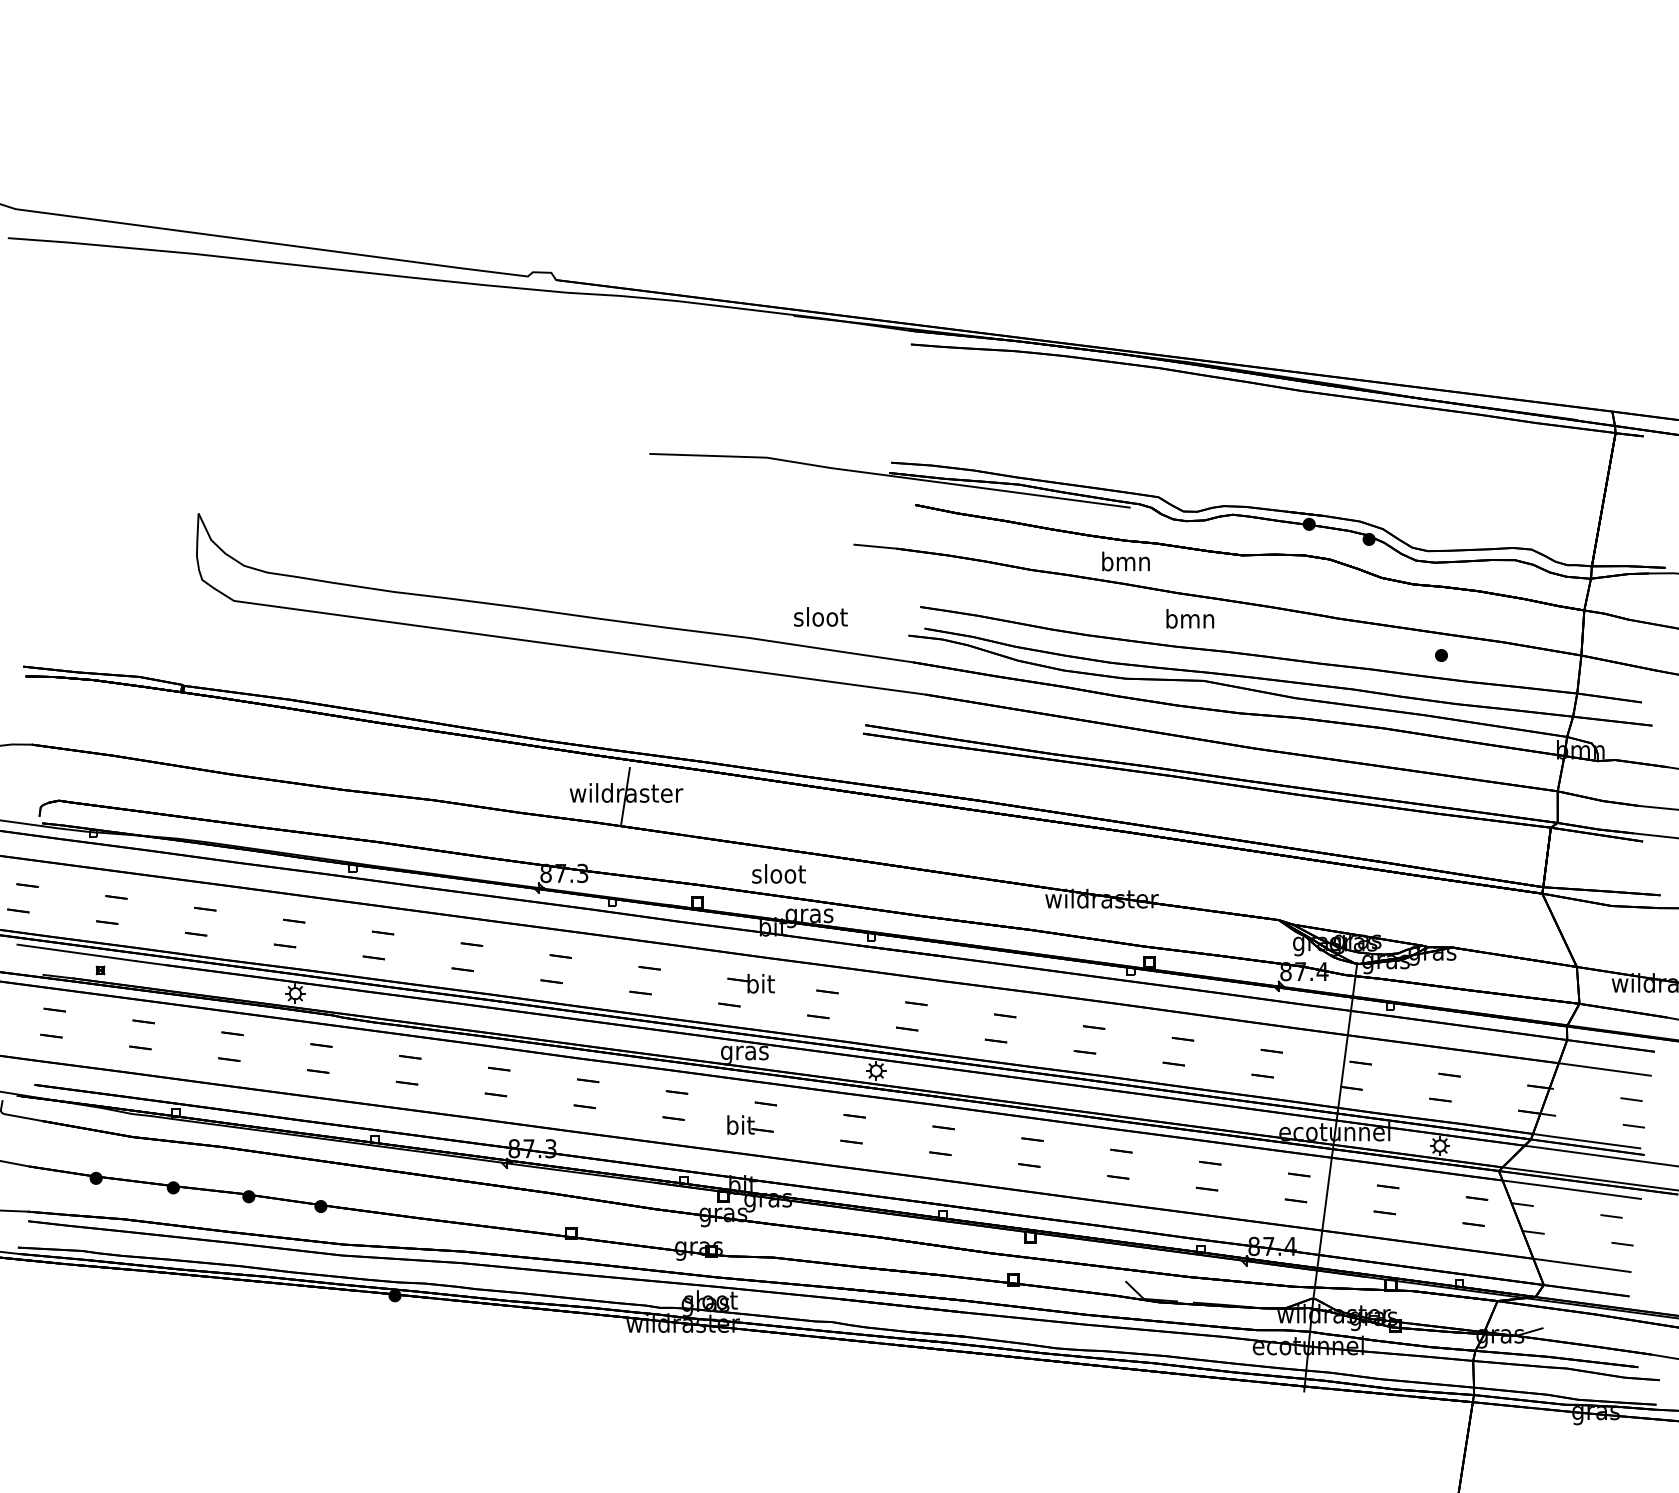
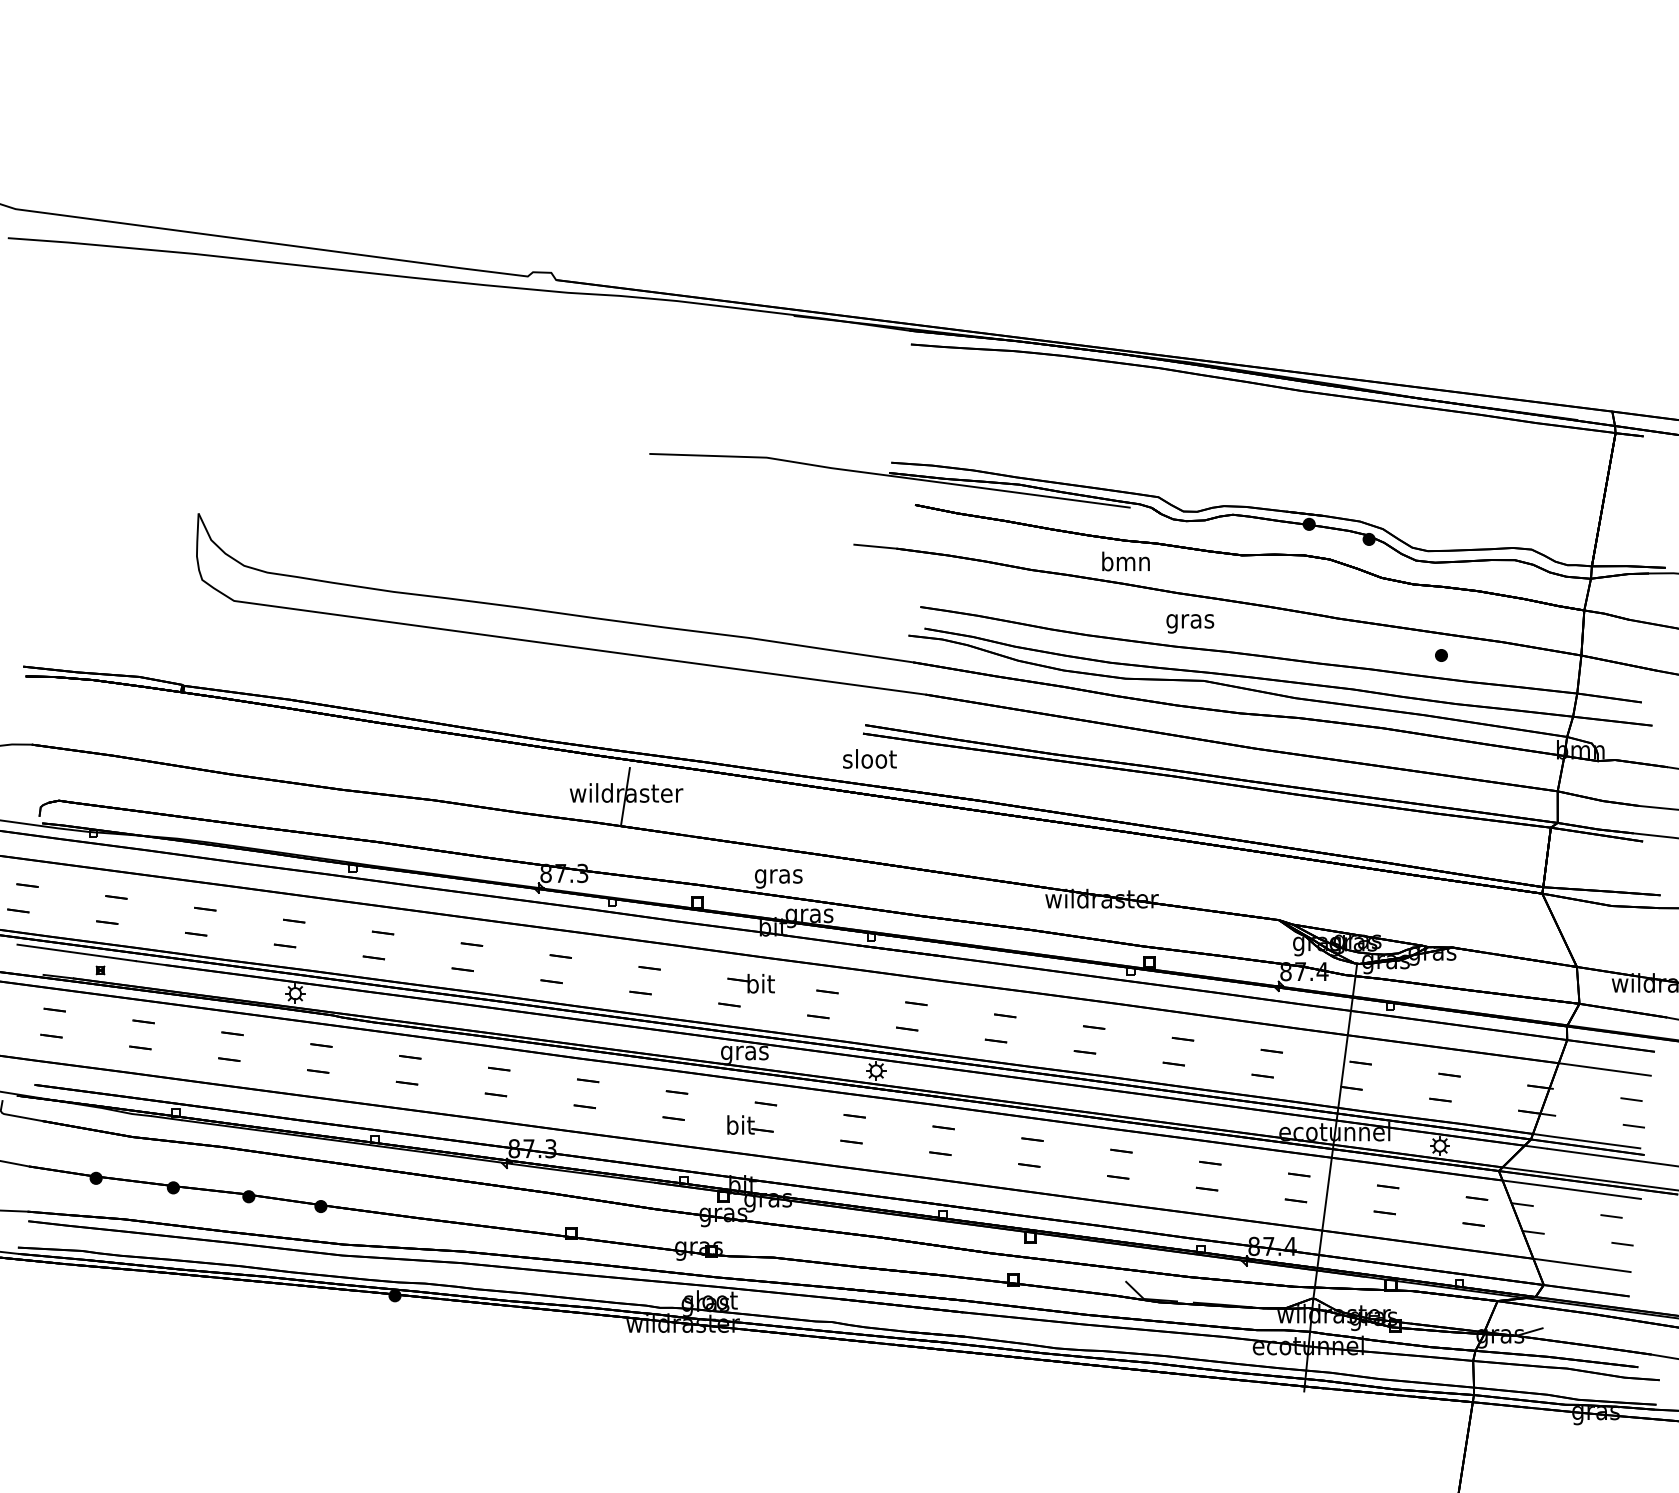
text at (820, 616) position: (820, 616) -> (869, 758)
text at (1190, 621): bmn -> gras
text at (778, 876): sloot -> gras
